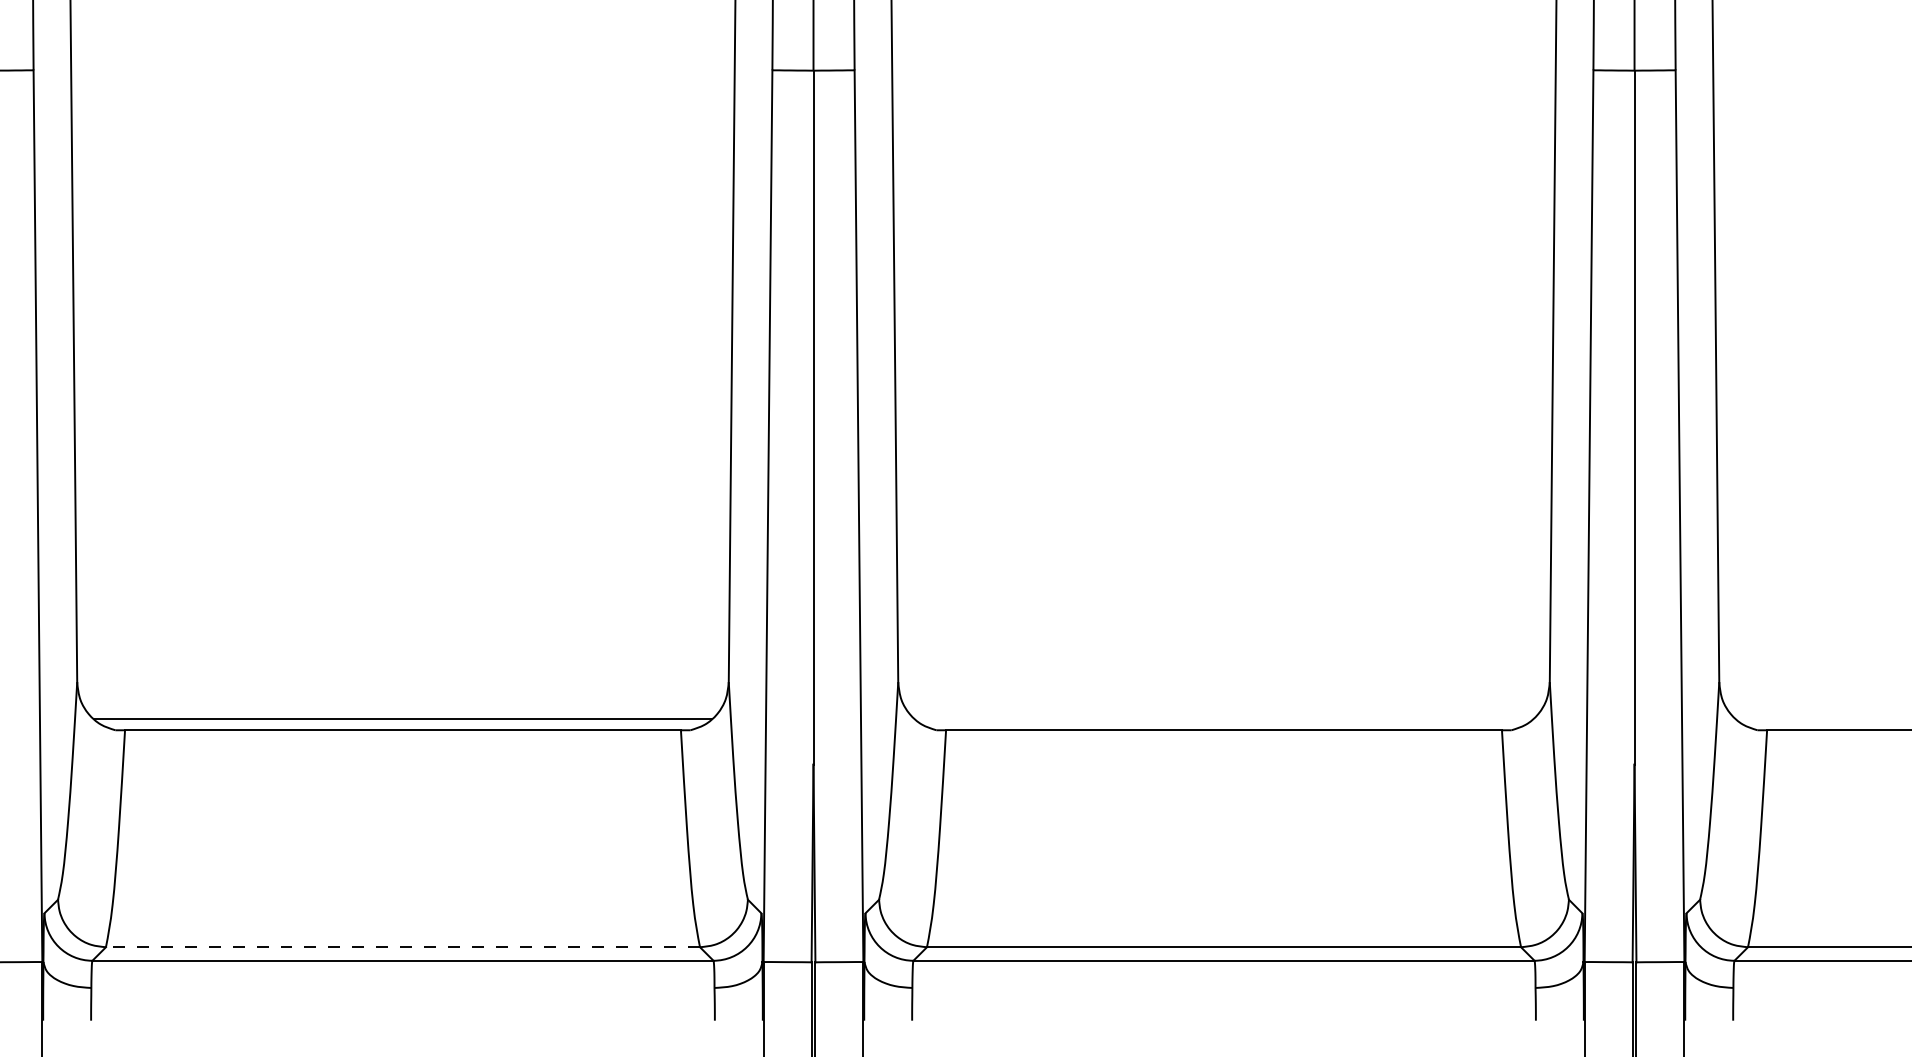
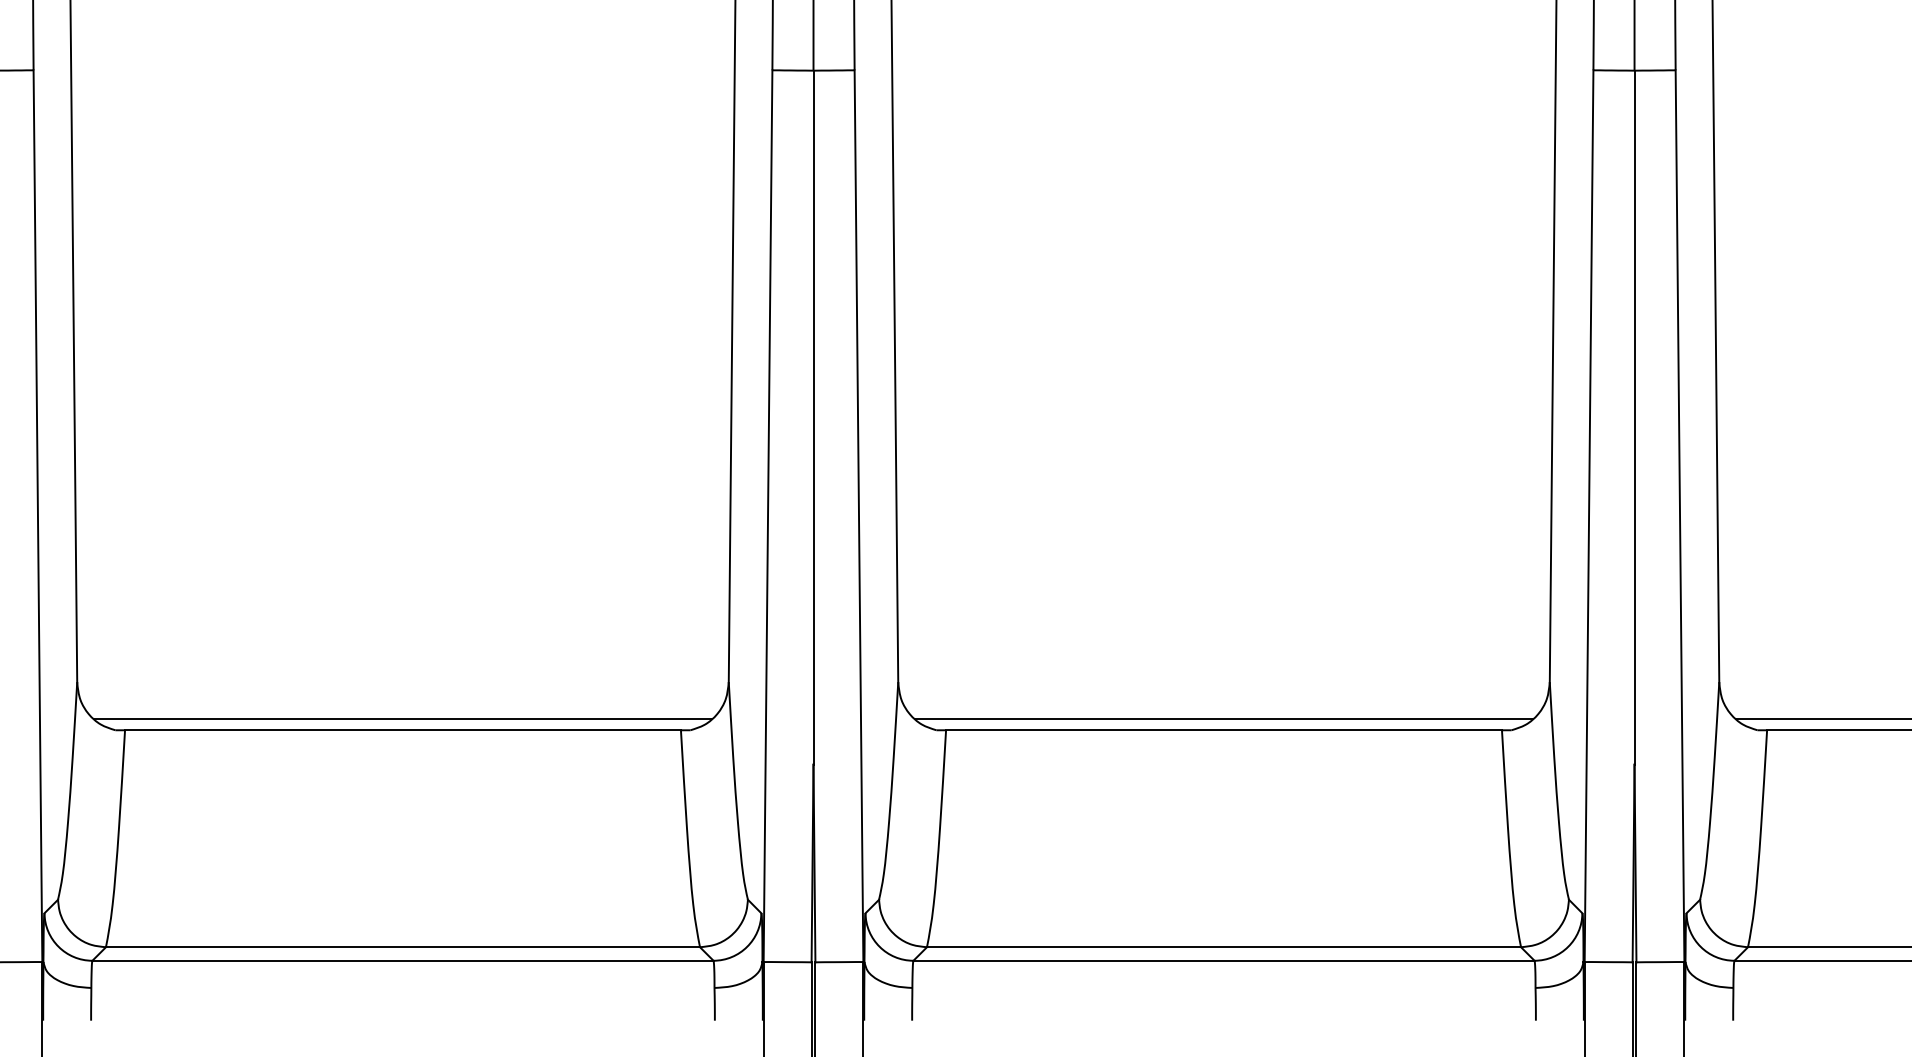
line at (1223, 718): none -> present
line at (1821, 718): none -> present
line at (402, 947): dashed -> solid
